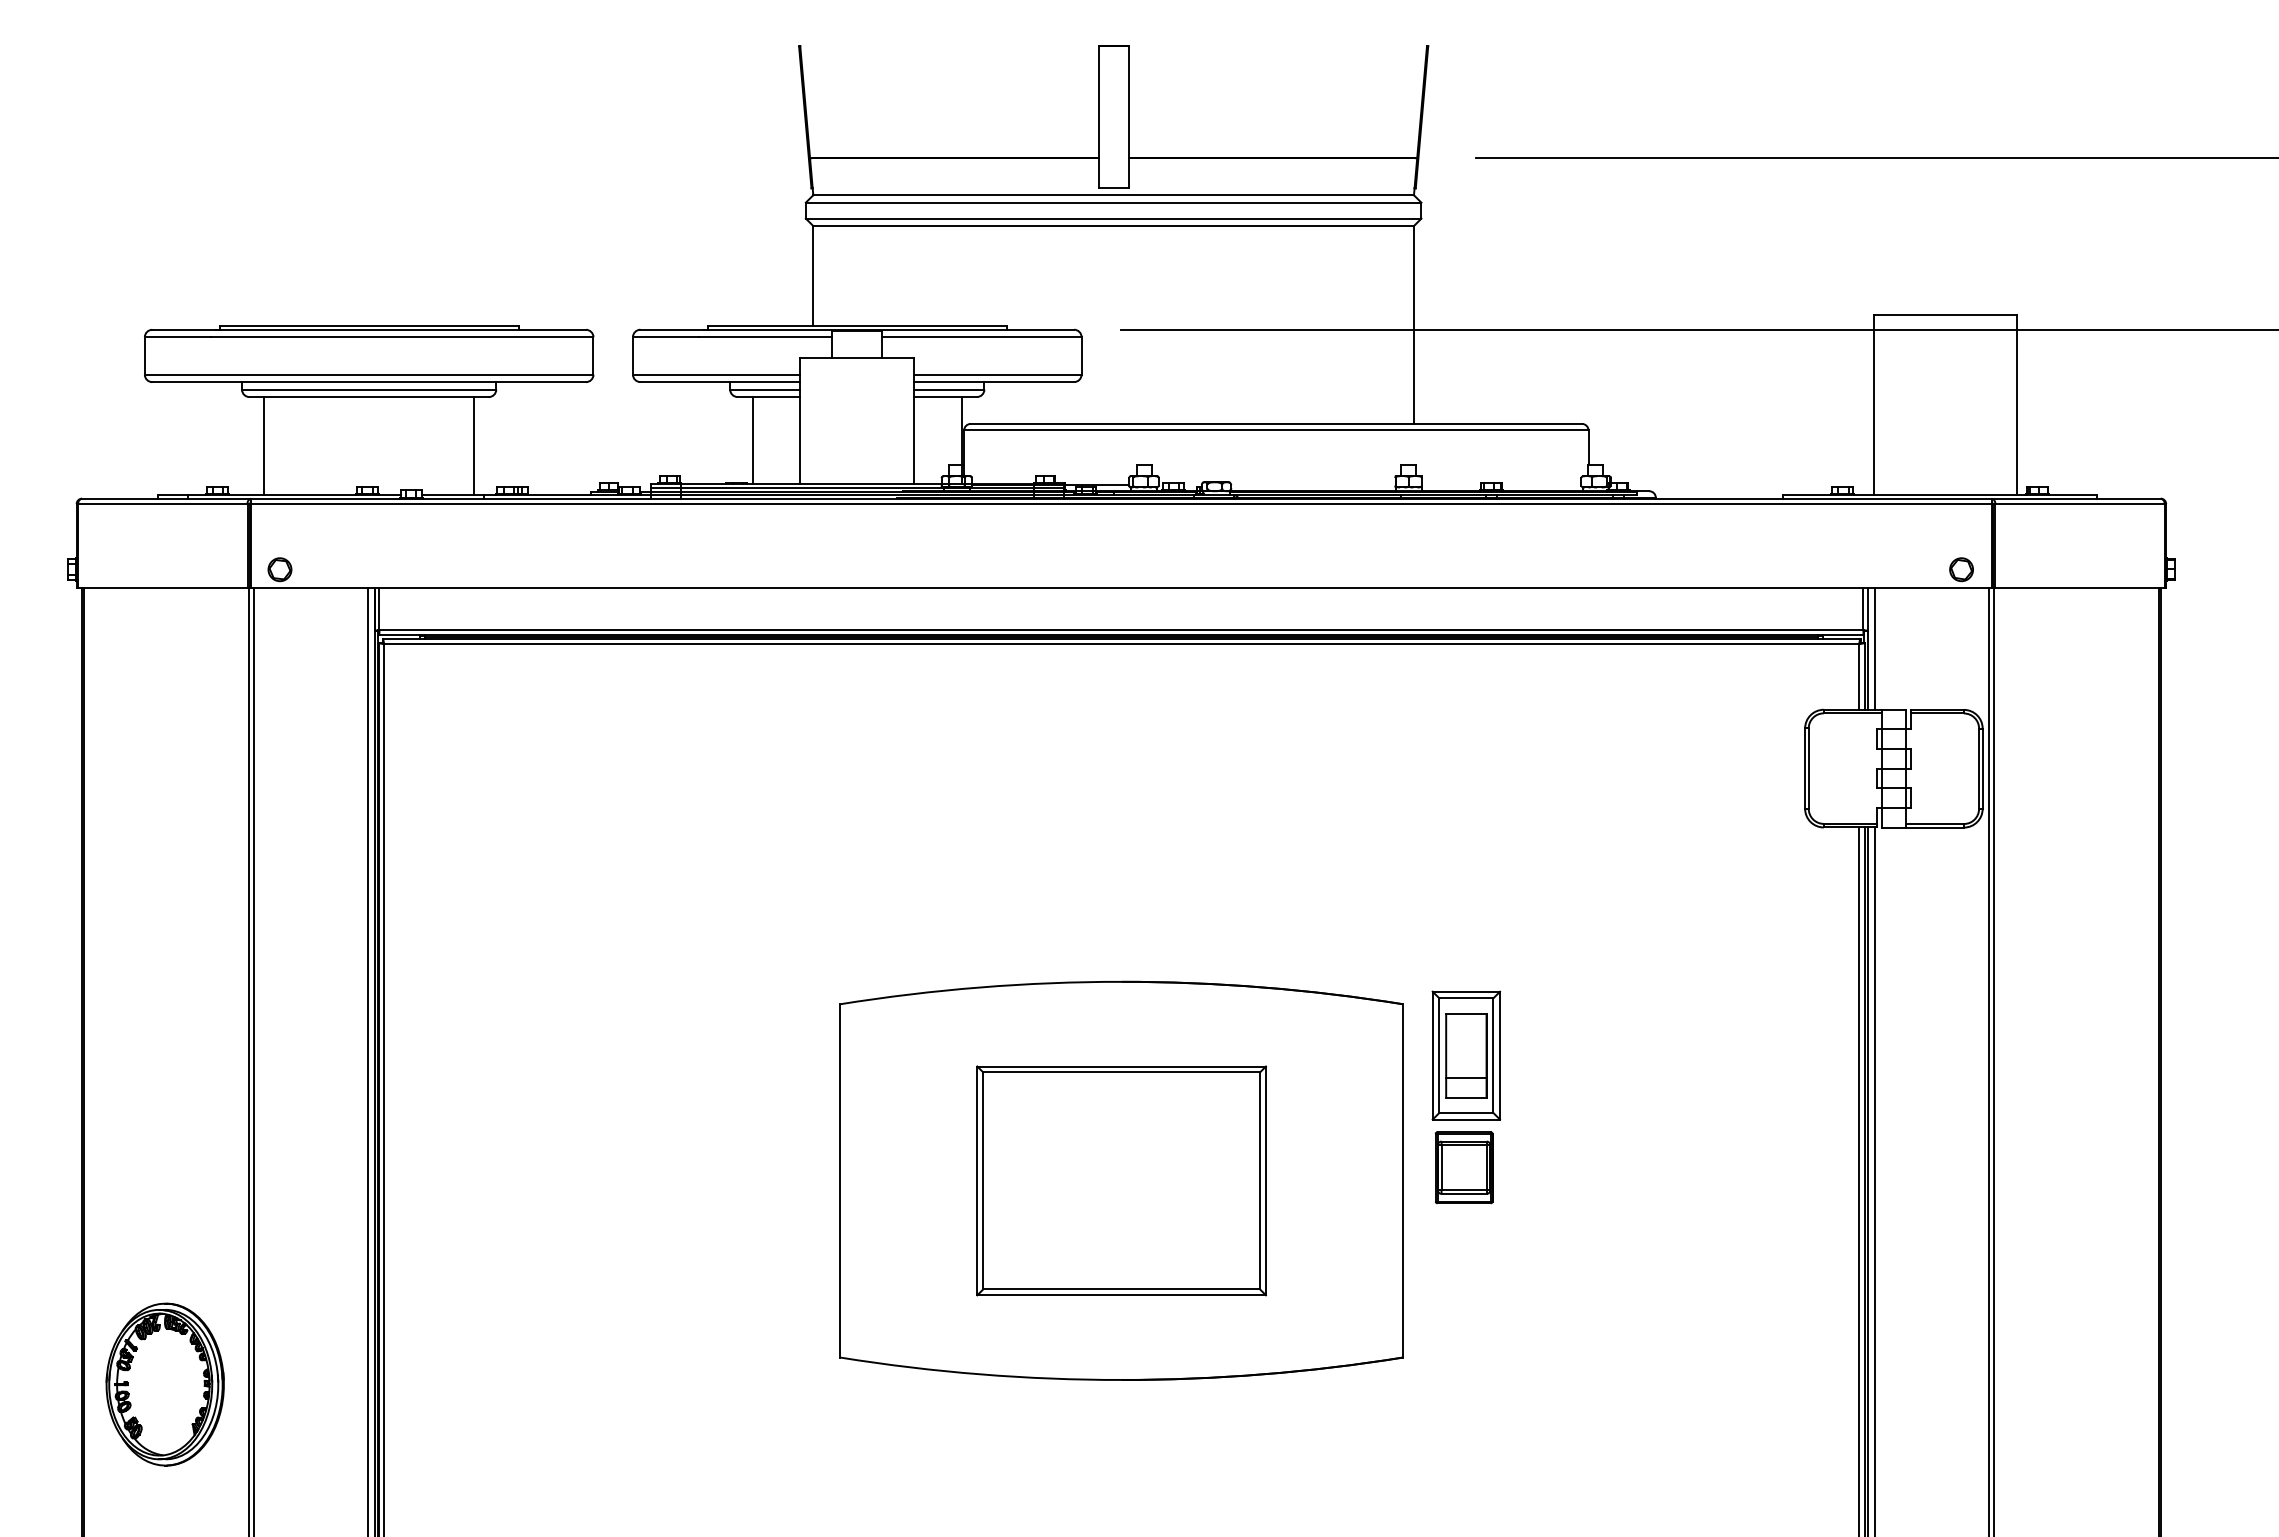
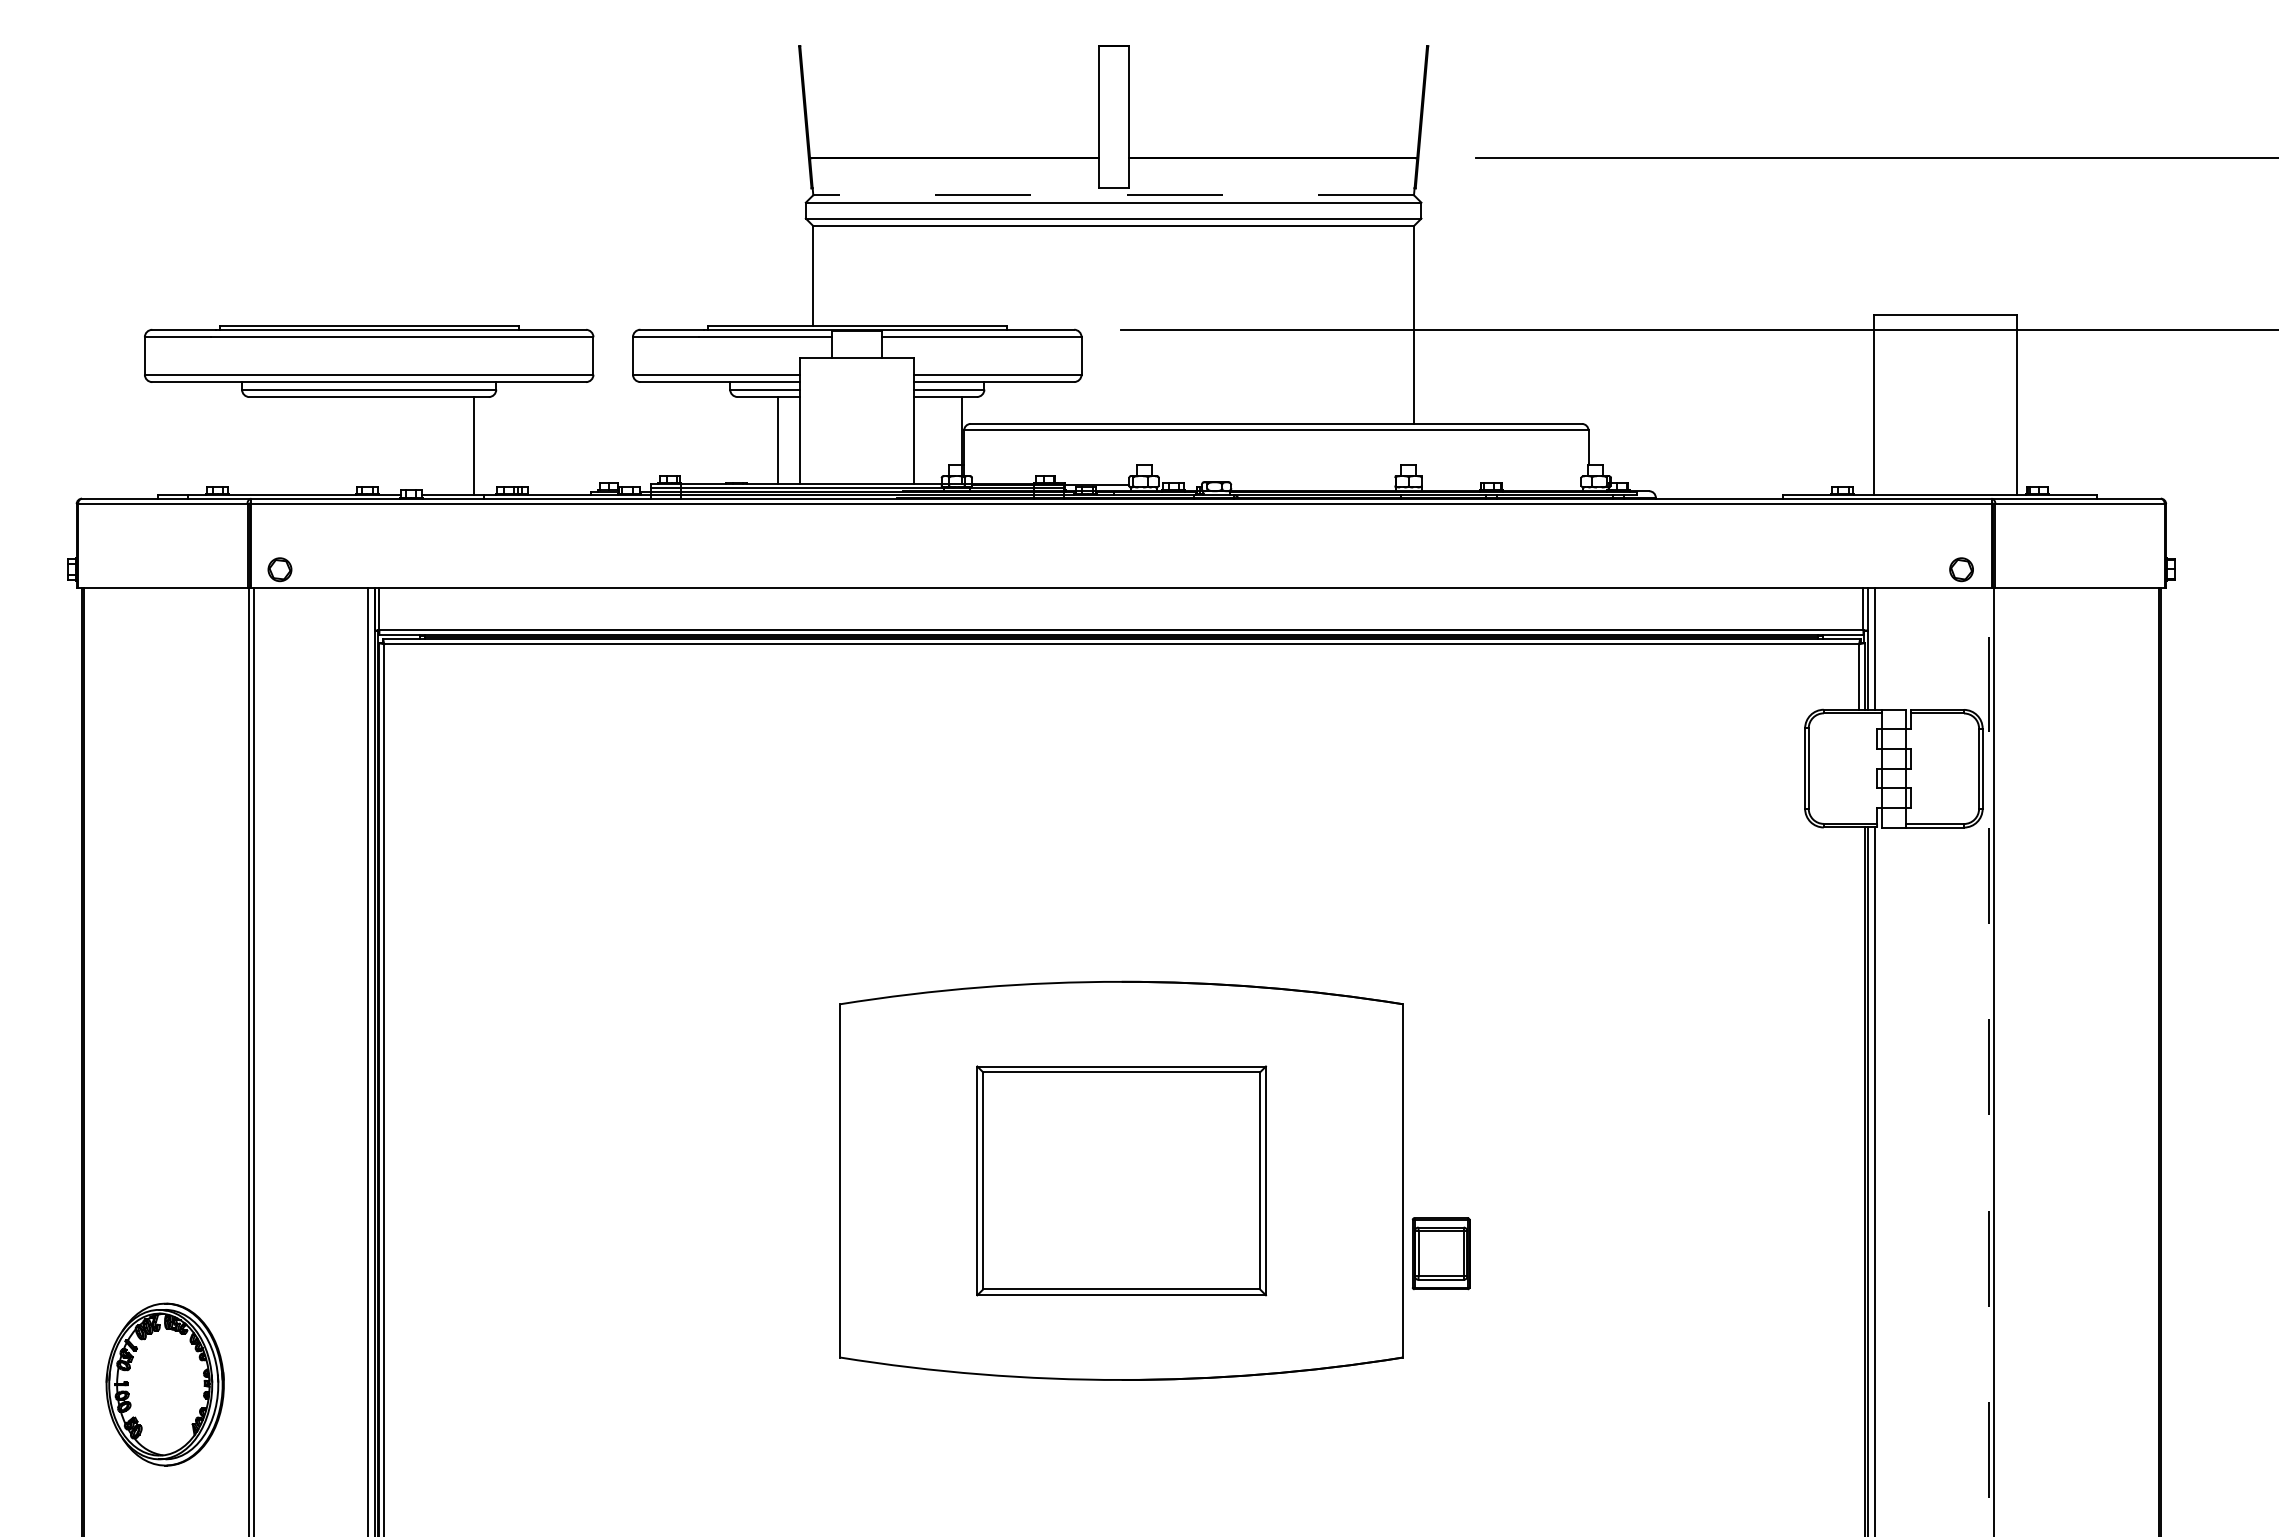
line at (1113, 195): solid -> dashed
line at (752, 440) position: (752, 440) -> (777, 440)
line at (264, 446): present -> none
part at (1466, 1055): present -> none
line at (1988, 1062): solid -> dashed
part at (1463, 1167) position: (1463, 1167) -> (1440, 1253)
line at (1859, 1180): present -> none
